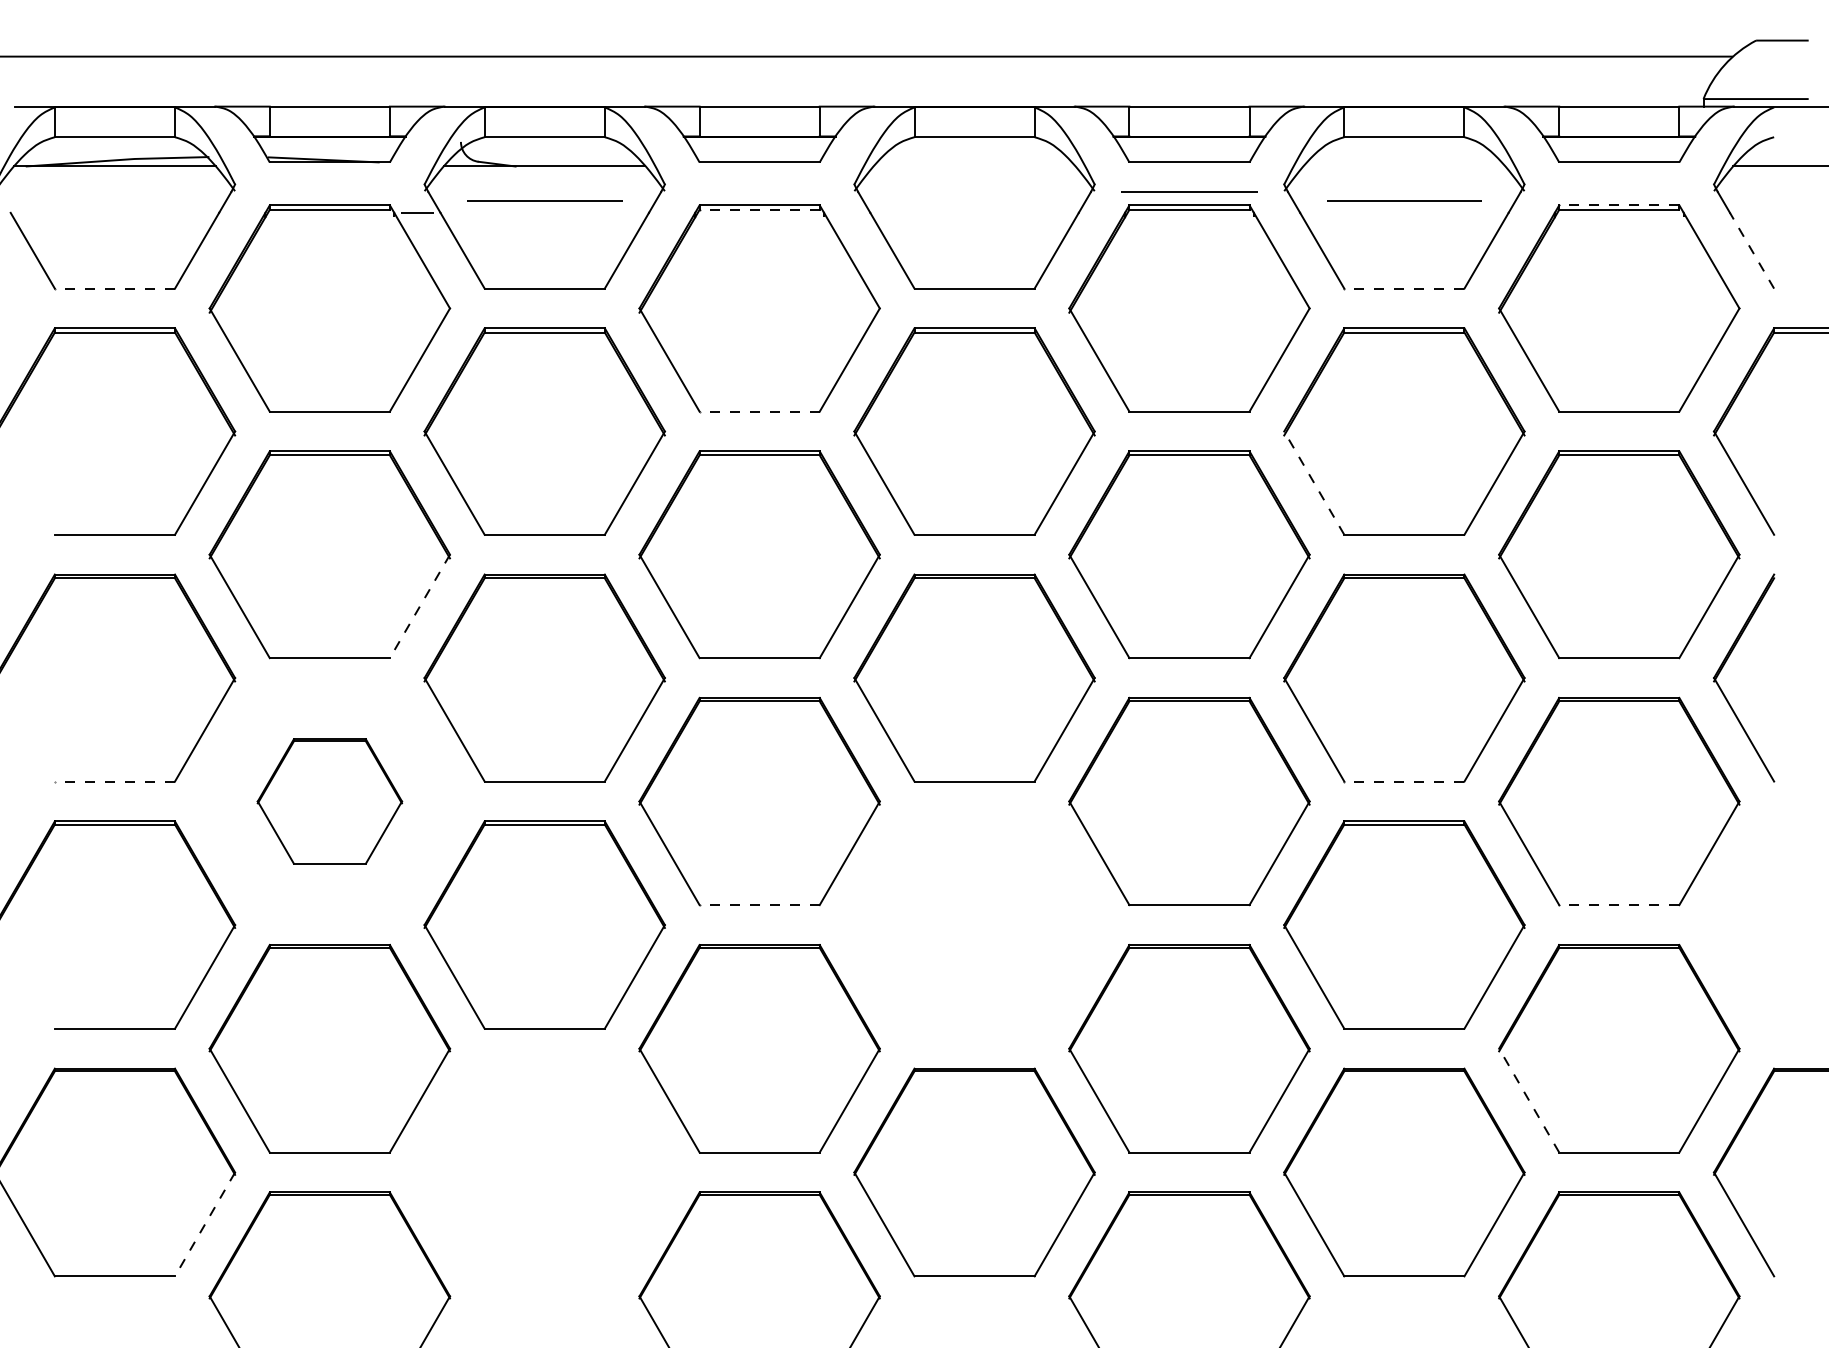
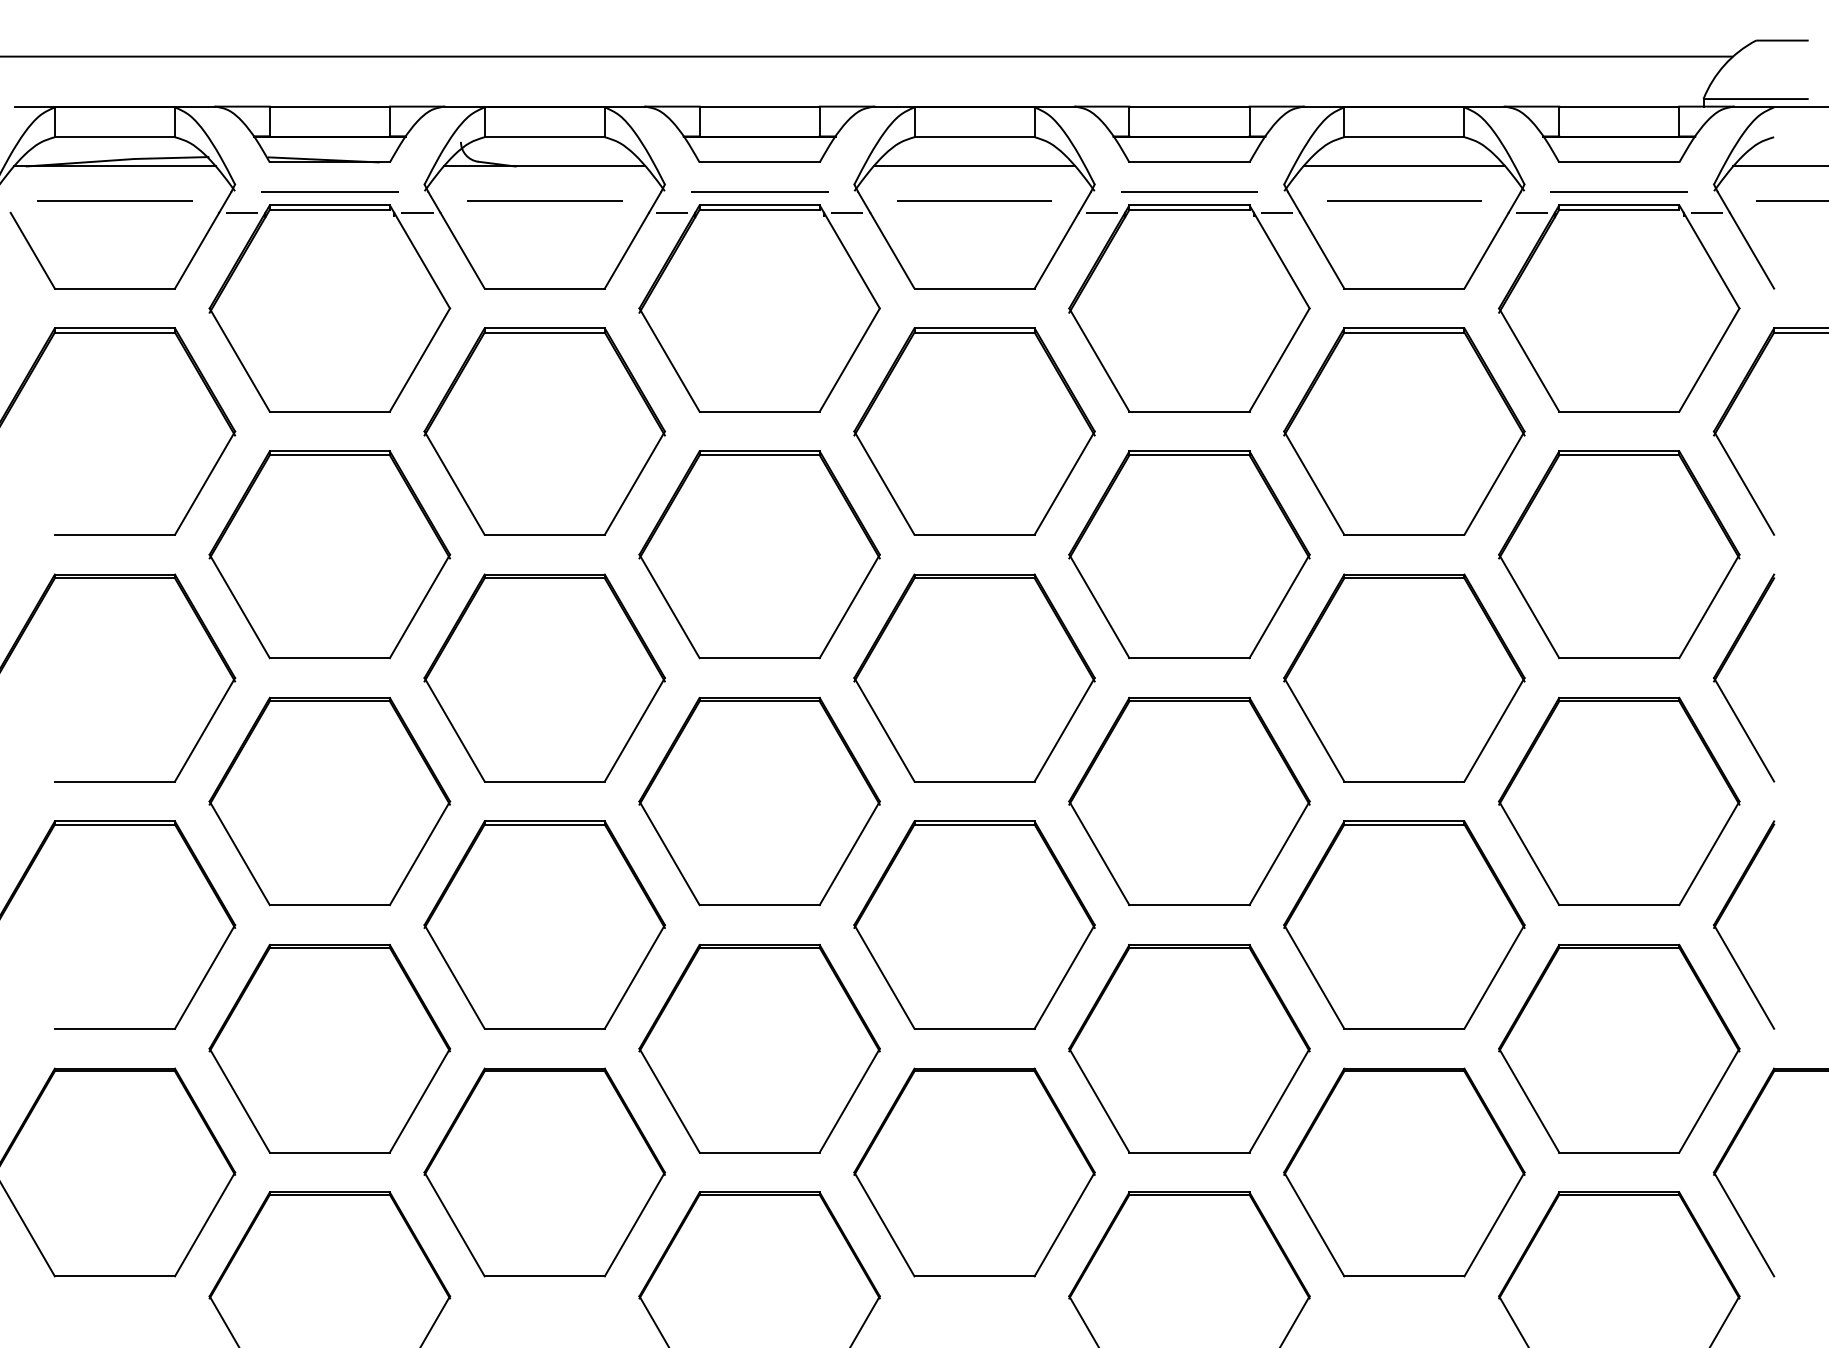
line at (974, 166): none -> present
line at (1404, 166): none -> present
line at (329, 191): none -> present
line at (759, 191): none -> present
line at (1619, 191): none -> present
line at (114, 200): none -> present
line at (974, 200): none -> present
line at (1790, 200): none -> present
line at (1618, 205): dashed -> solid
line at (759, 209): dashed -> solid
line at (242, 212): none -> present
line at (671, 212): none -> present
line at (847, 212): none -> present
line at (1101, 212): none -> present
line at (1276, 212): none -> present
line at (1531, 212): none -> present
line at (1706, 212): none -> present
line at (1752, 250): dashed -> solid
line at (114, 288): dashed -> solid
line at (1403, 288): dashed -> solid
line at (759, 411): dashed -> solid
line at (1314, 483): dashed -> solid
line at (419, 606): dashed -> solid
line at (114, 781): dashed -> solid
line at (1403, 781): dashed -> solid
part at (329, 801) size: 148x127 px -> 244x211 px
line at (759, 905): dashed -> solid
line at (1618, 905): dashed -> solid
part at (1724, 912): none -> present
part at (974, 924): none -> present
line at (1529, 1100): dashed -> solid
part at (544, 1172): none -> present
line at (205, 1224): dashed -> solid
